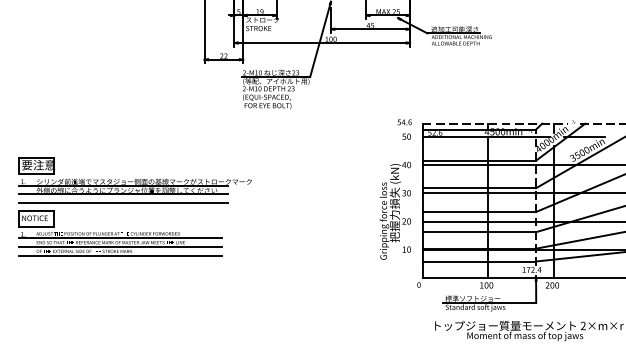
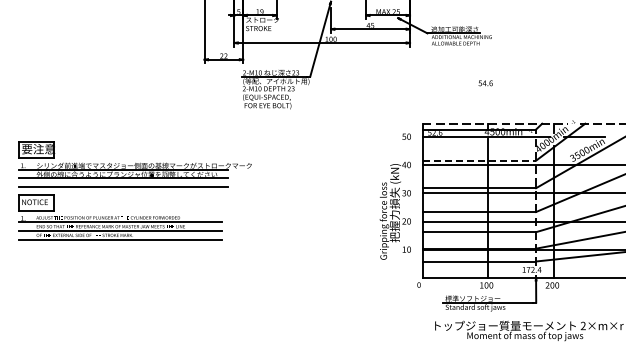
text at (404, 122) position: (404, 122) -> (485, 83)
line at (479, 160): solid -> dashed
part at (134, 206) position: (134, 206) -> (134, 190)
